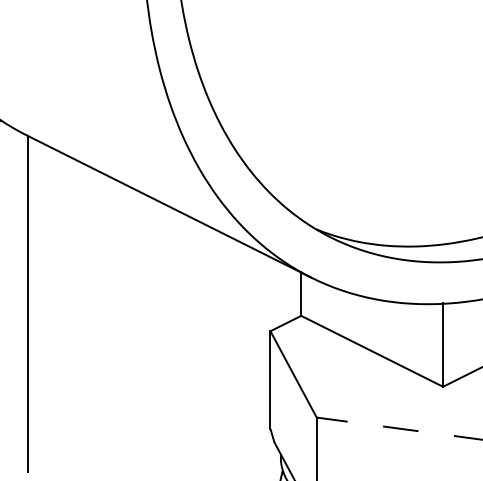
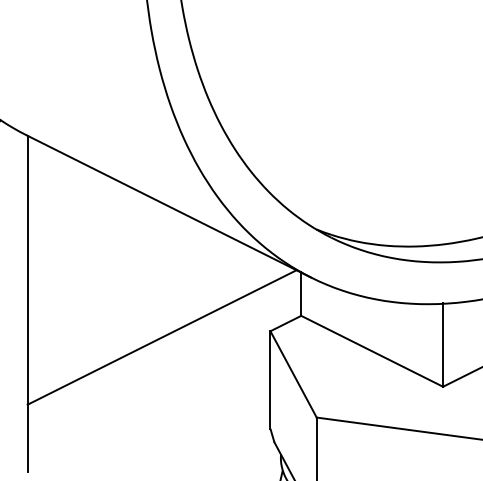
line at (161, 337): none -> present
line at (399, 428): dashed -> solid
